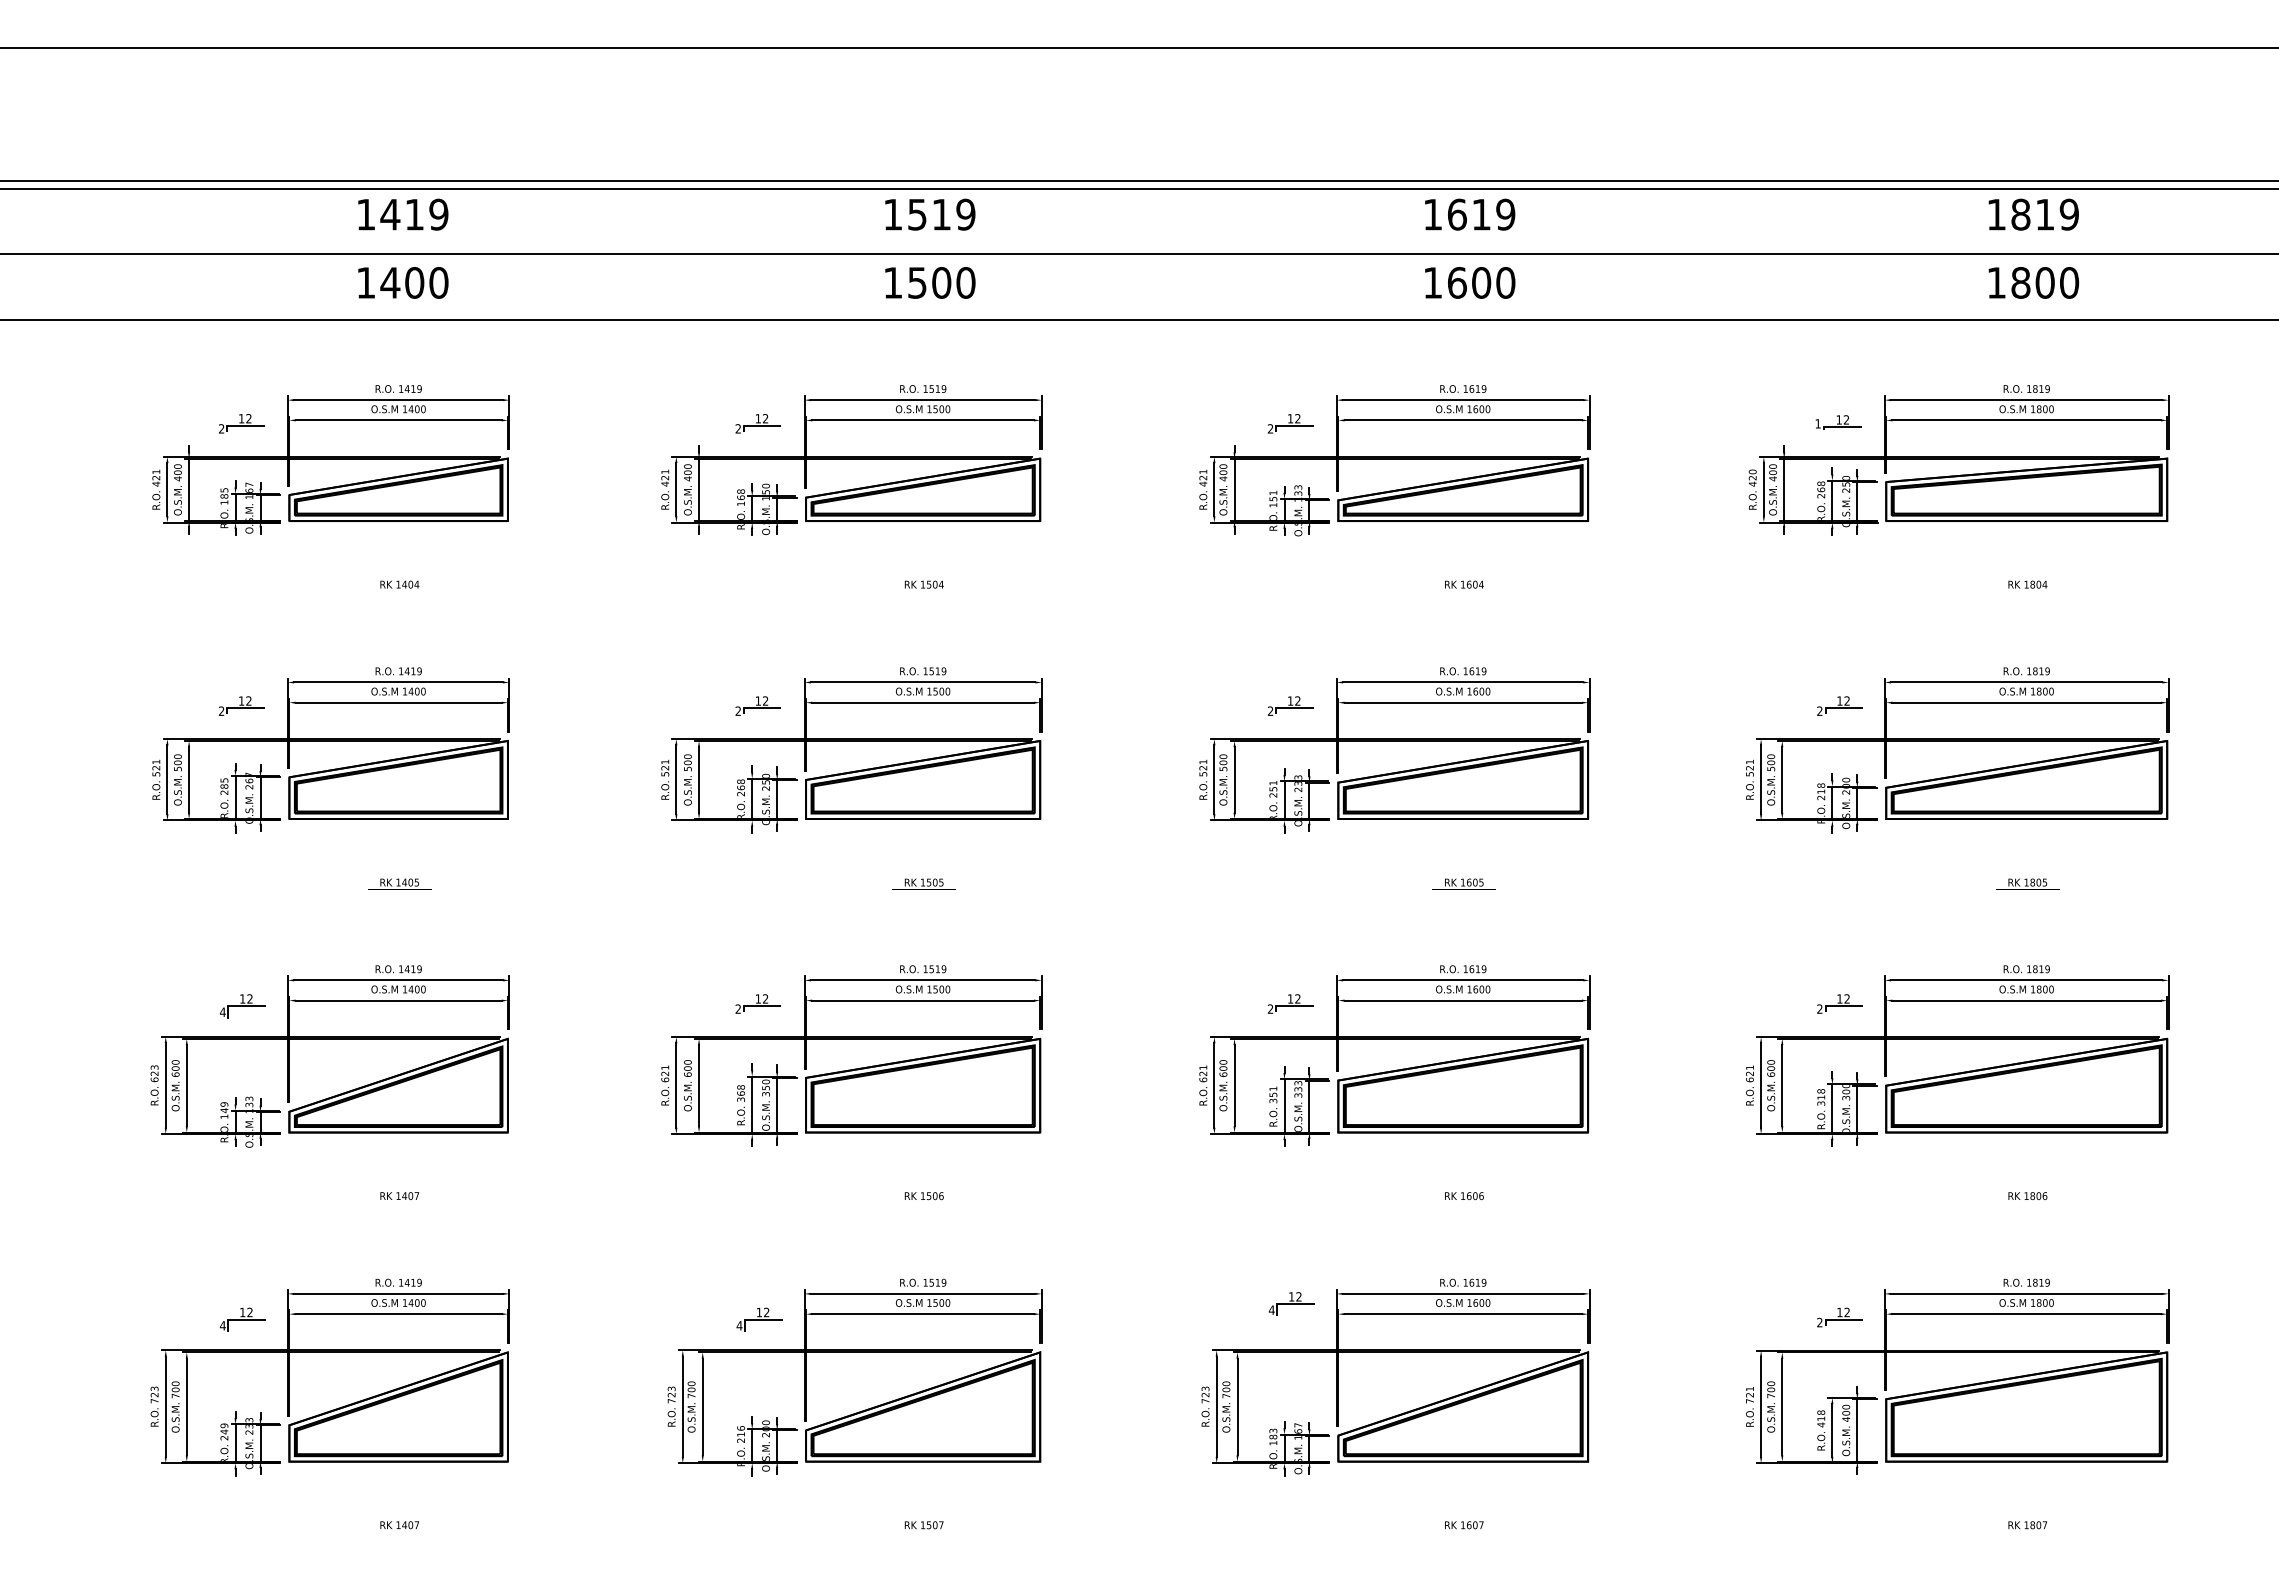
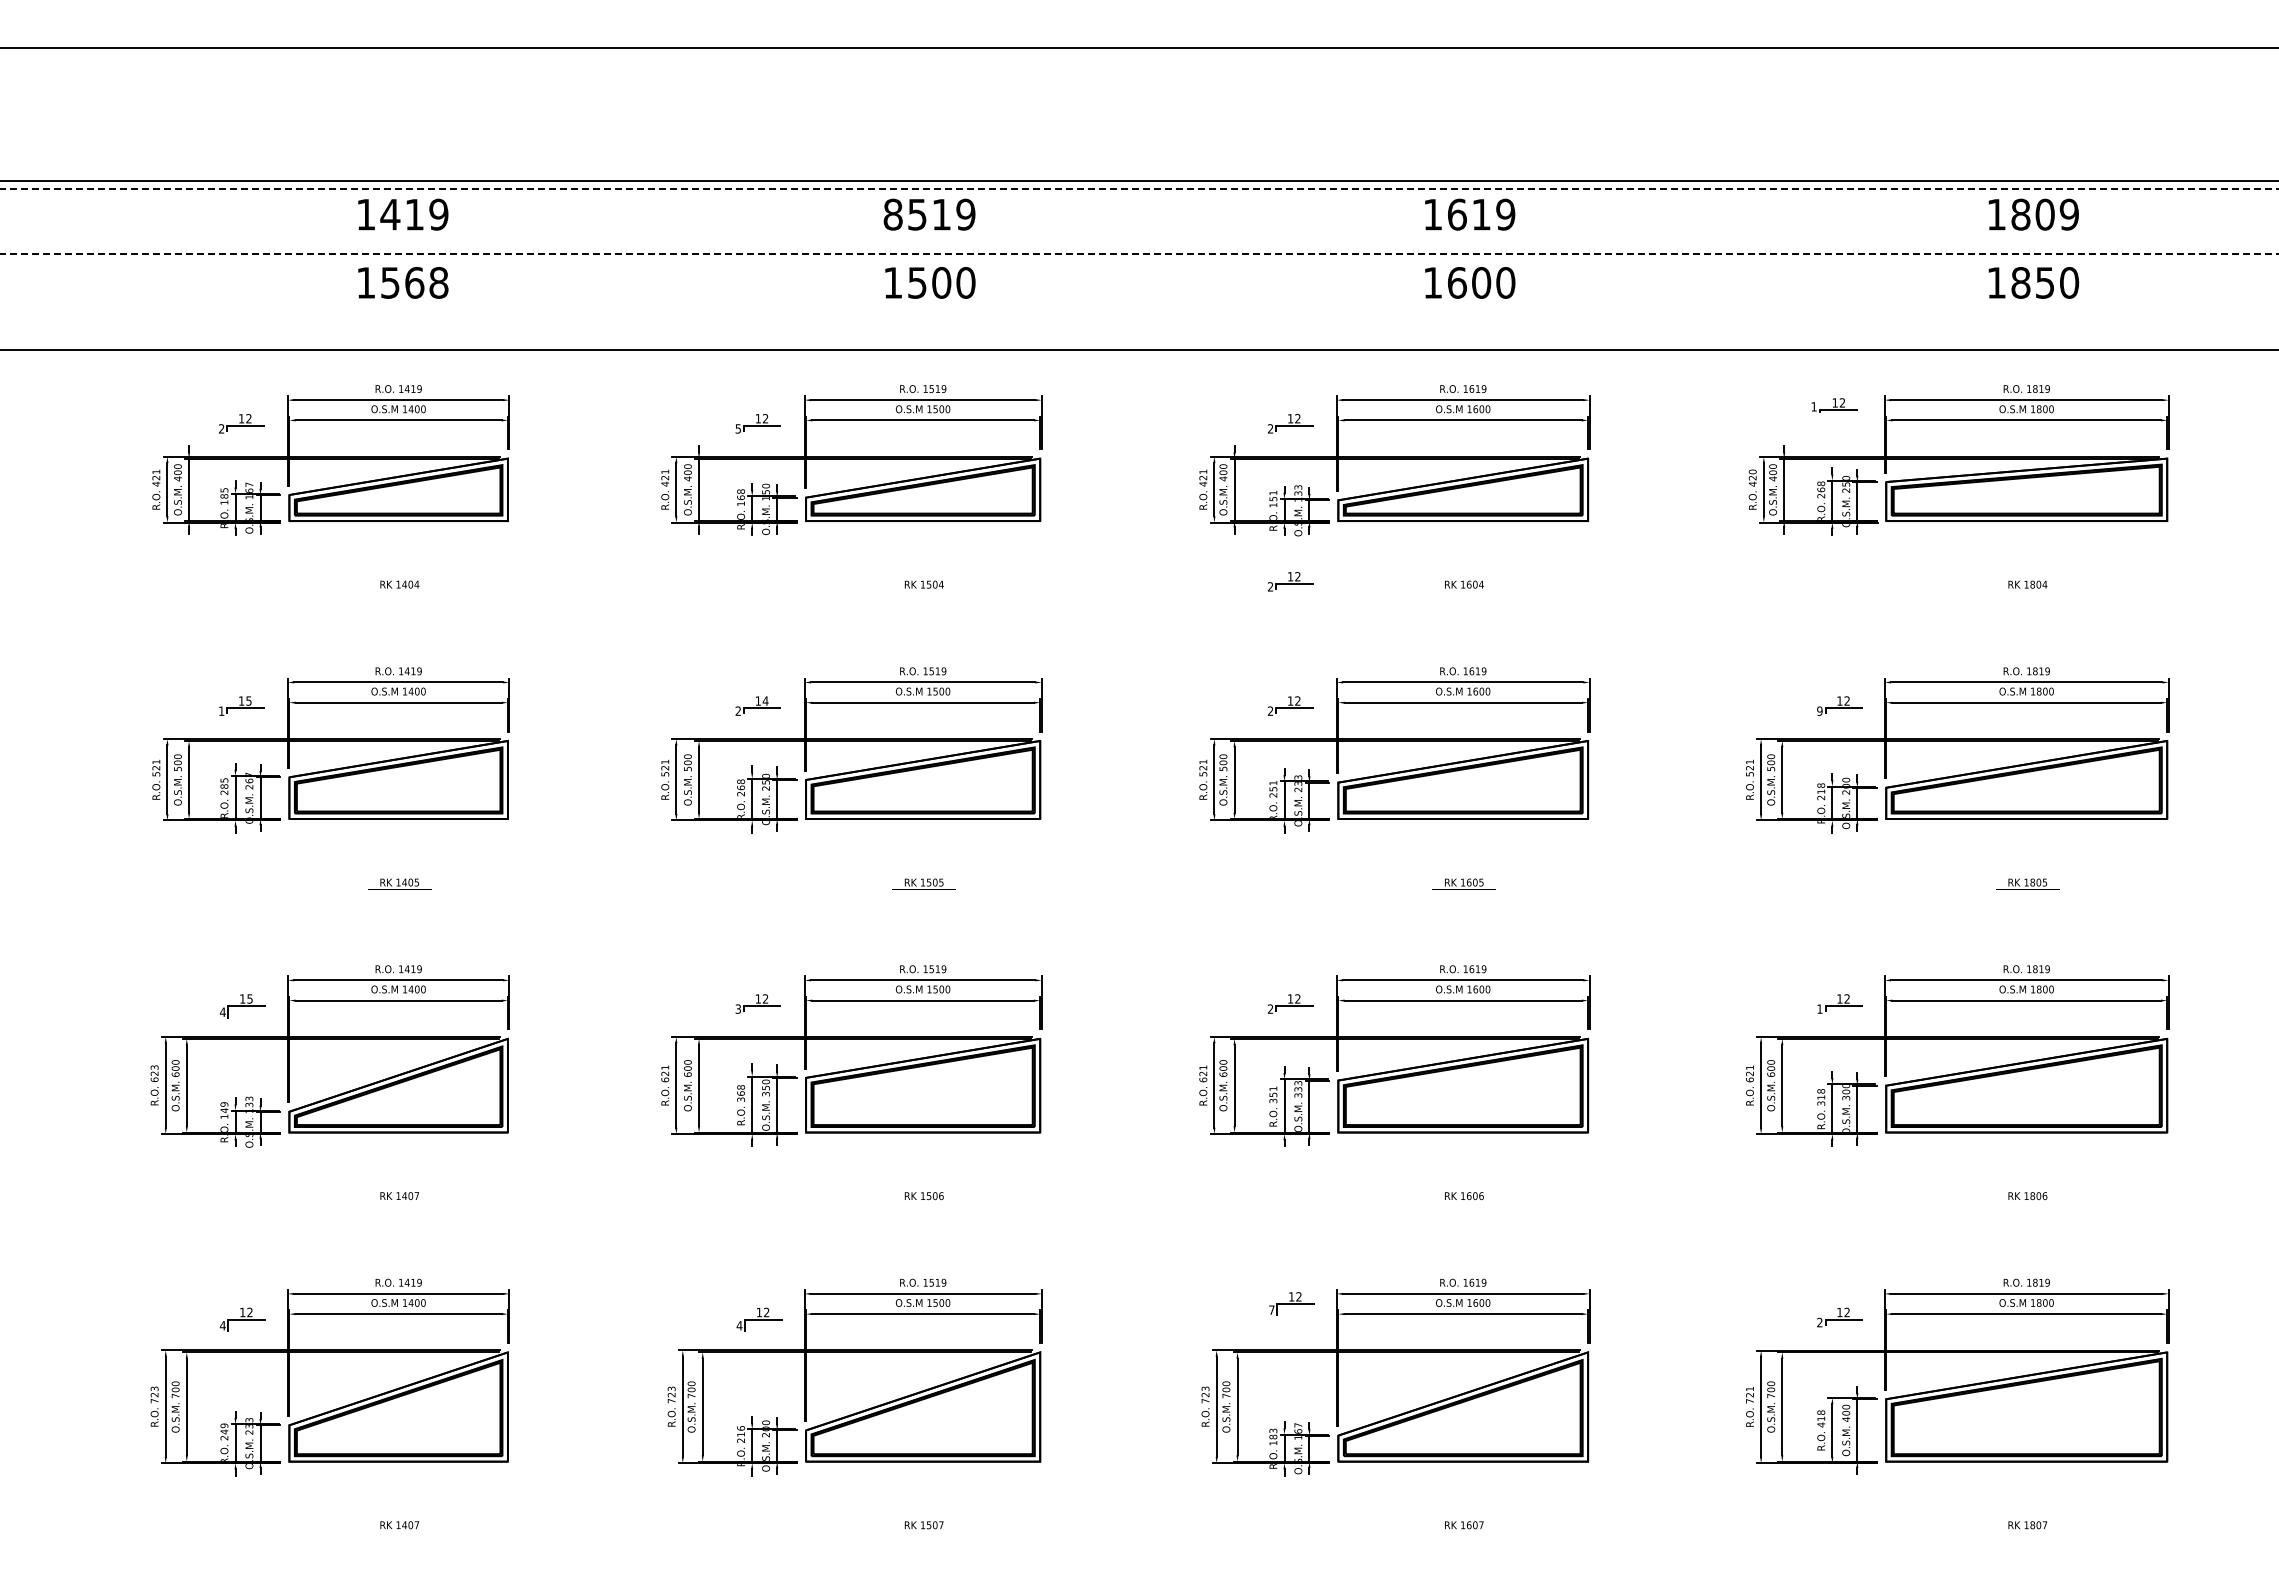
line at (1138, 188): solid -> dashed
text at (892, 214): 1519 -> 8519
text at (2044, 214): 1819 -> 1809
line at (1138, 254): solid -> dashed
text at (414, 282): 1400 -> 1568
text at (2044, 282): 1800 -> 1850
line at (1138, 319) position: (1138, 319) -> (1138, 349)
part at (1838, 422) position: (1838, 422) -> (1834, 405)
text at (737, 428): 2 -> 5
part at (1290, 581): none -> present
text at (248, 700): 12 -> 15
text at (765, 700): 12 -> 14
text at (221, 710): 2 -> 1
text at (1819, 710): 2 -> 9
text at (249, 998): 12 -> 15
text at (1819, 1008): 2 -> 1
text at (737, 1009): 2 -> 3
text at (1271, 1309): 4 -> 7
